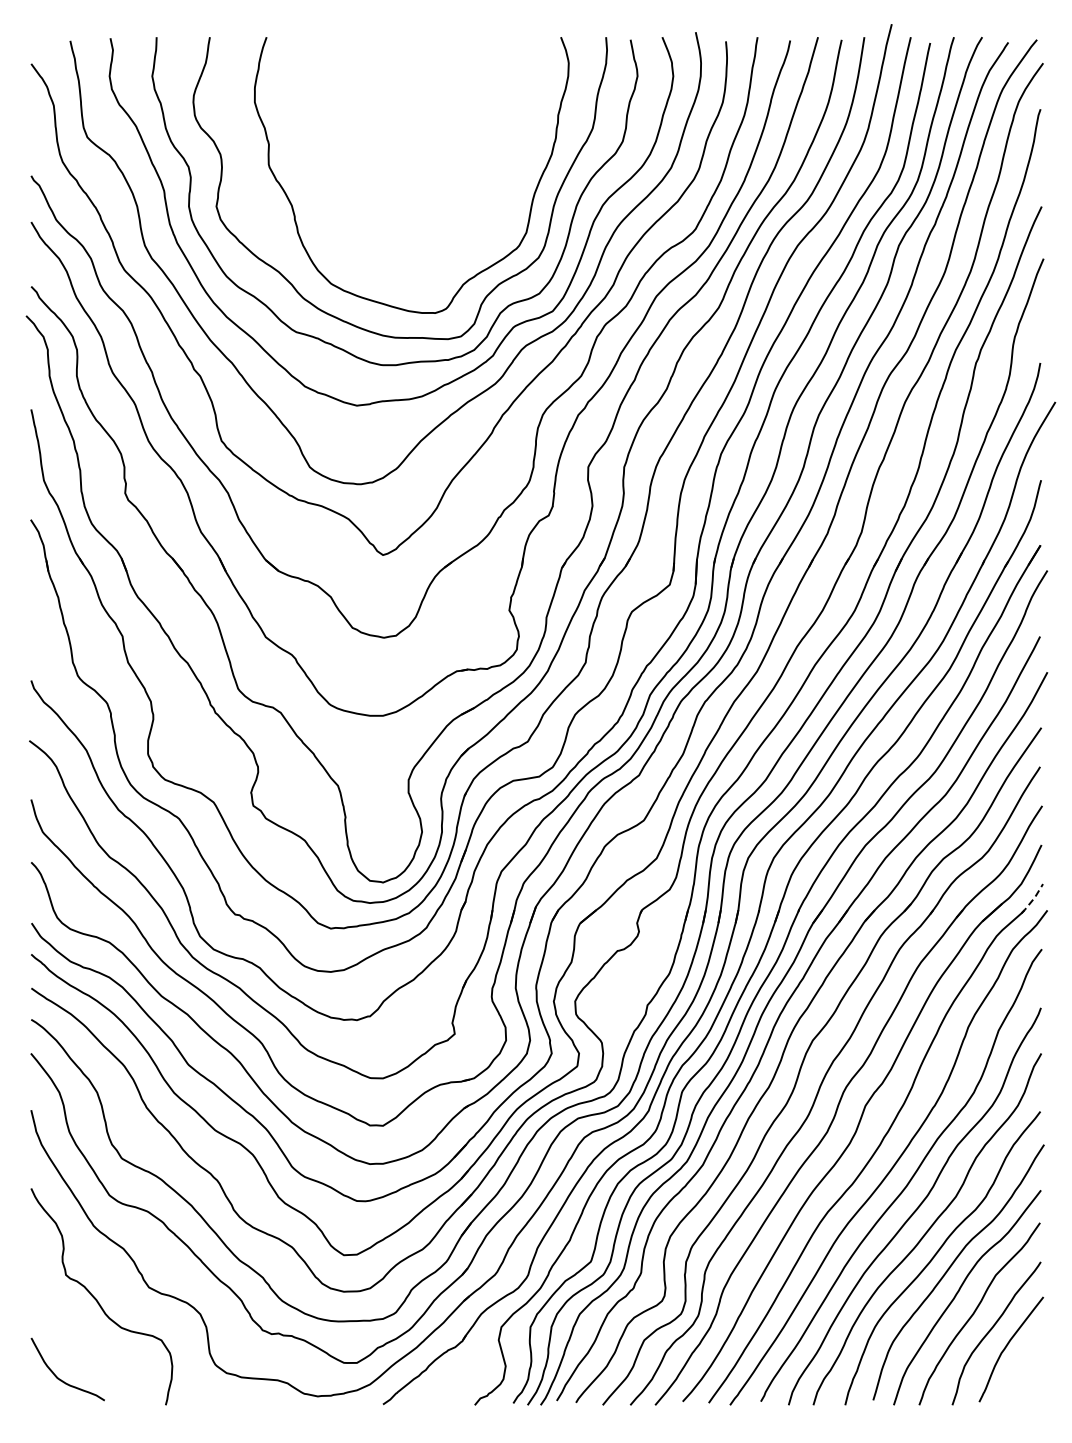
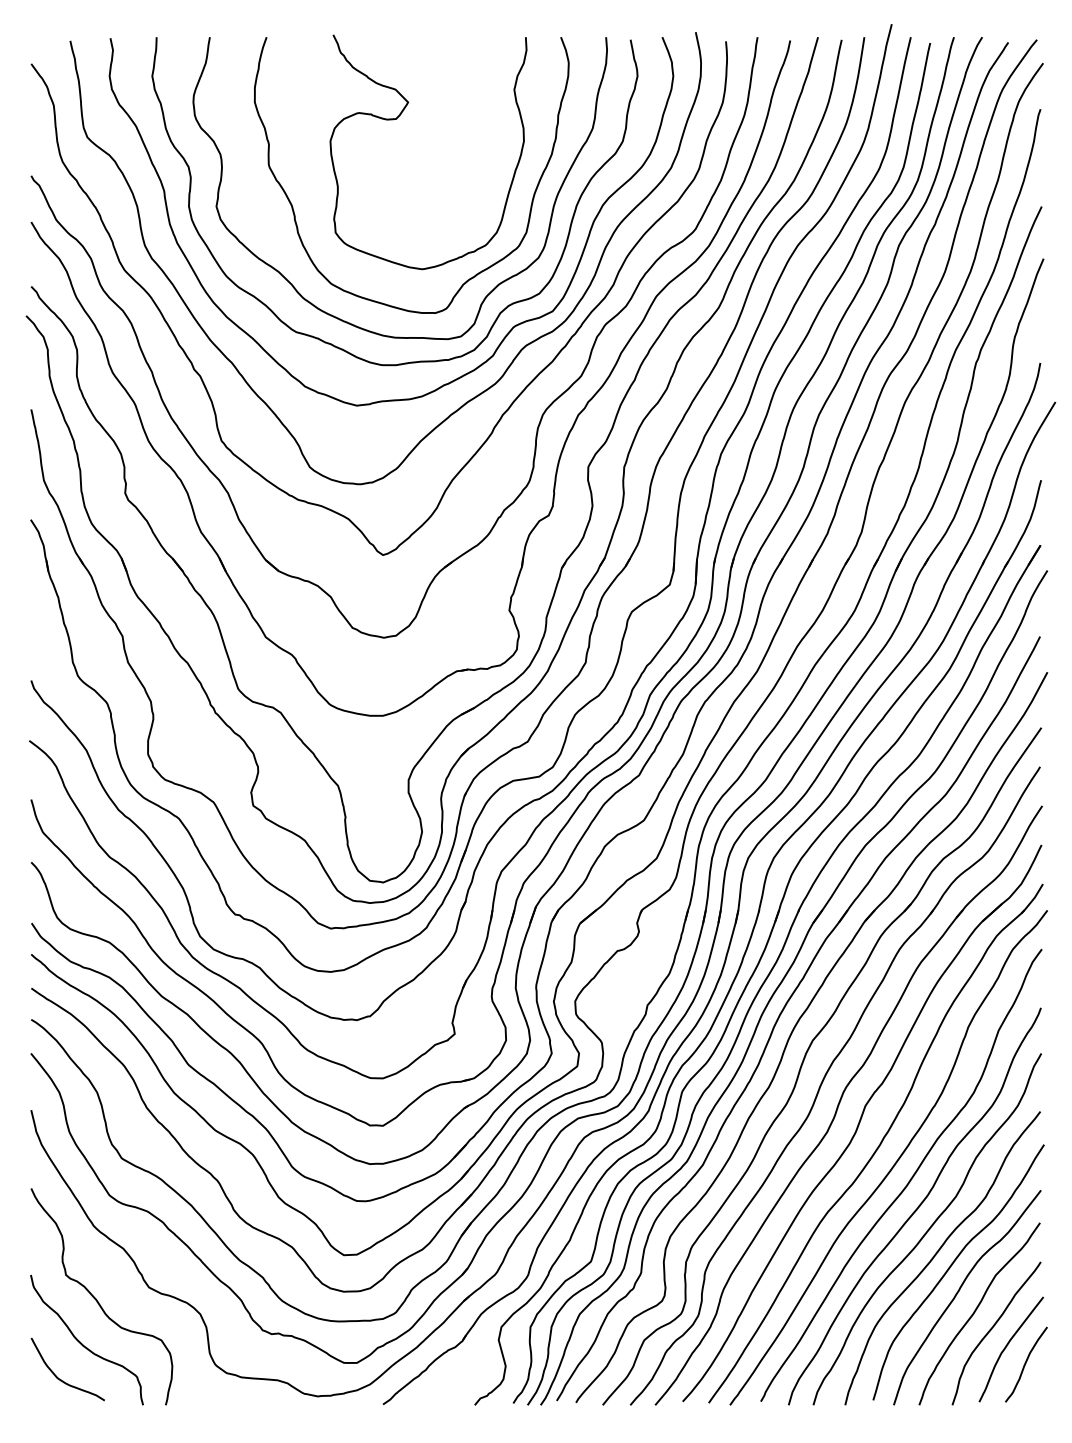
curve at (396, 119): none -> present
line at (1033, 899): dashed -> solid
curve at (82, 1343): none -> present
curve at (1026, 1363): none -> present
